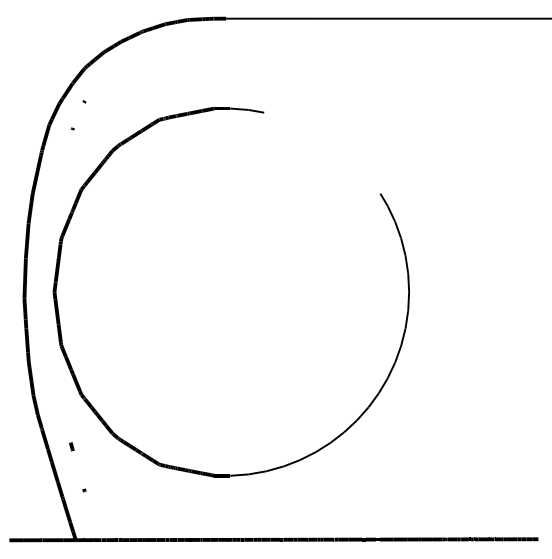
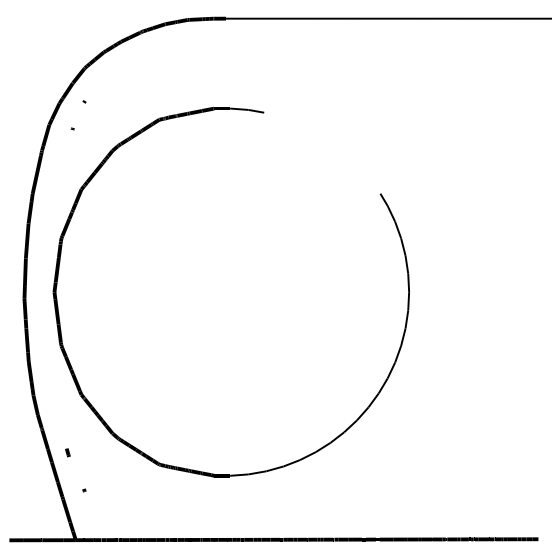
part at (71, 446) position: (71, 446) -> (67, 452)
